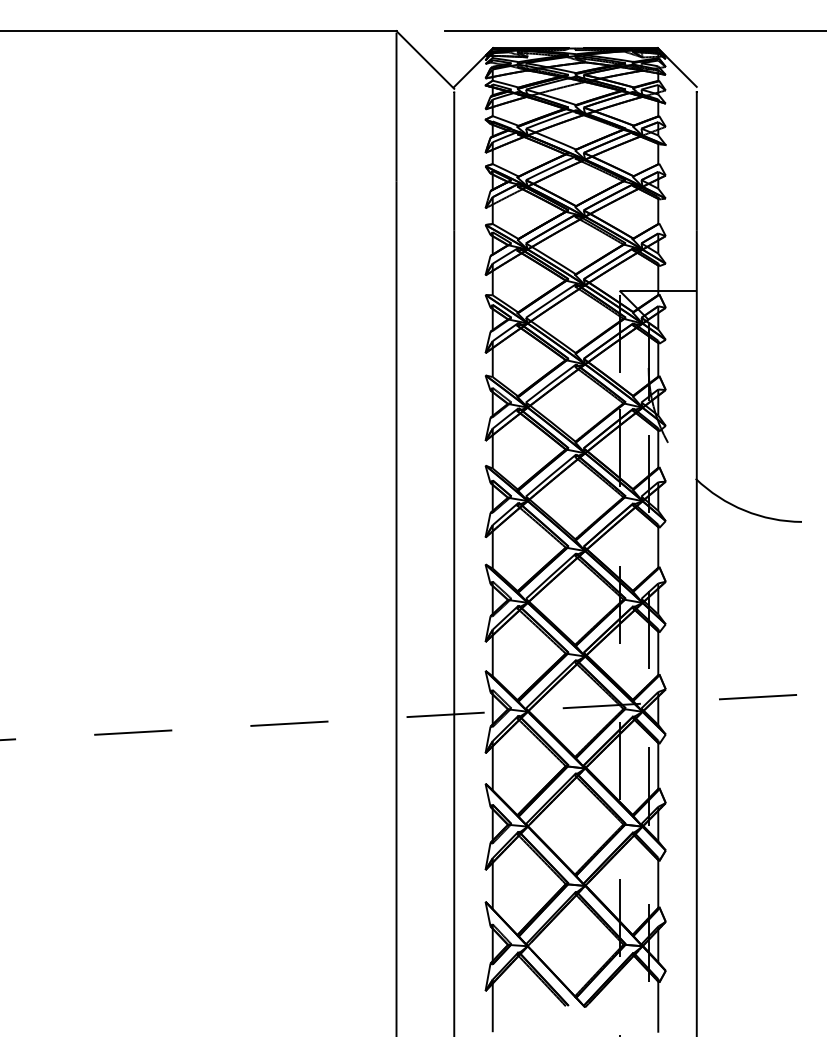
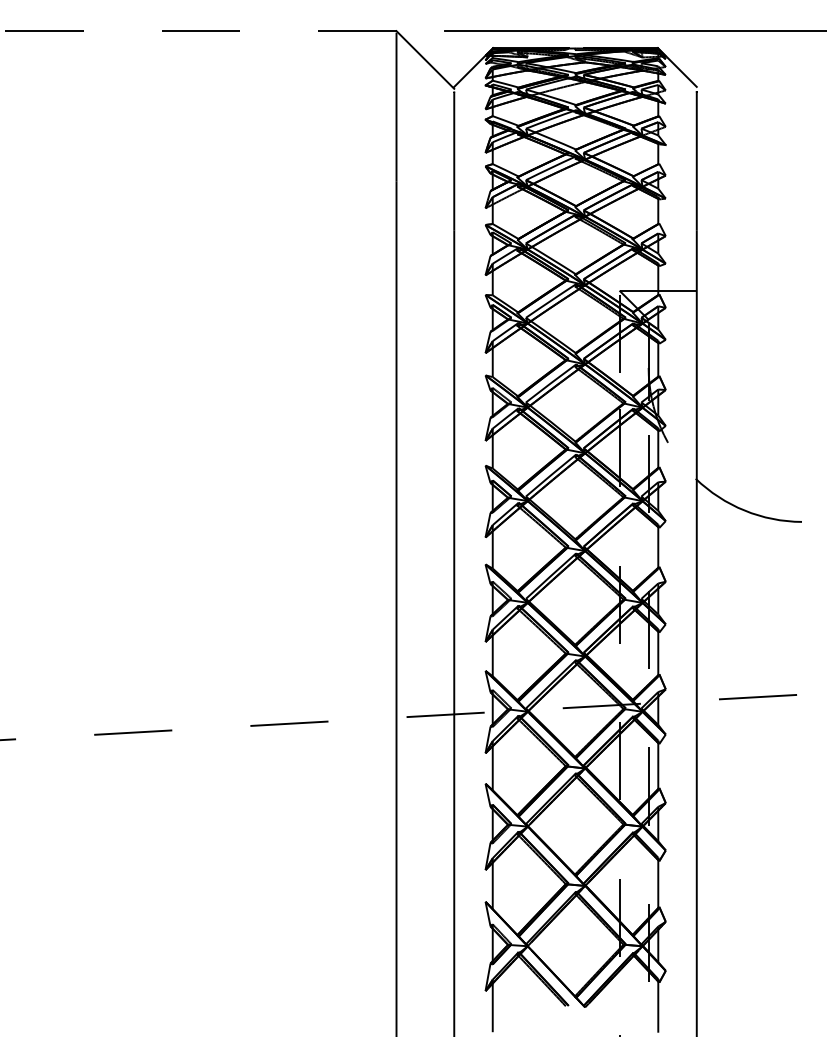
line at (198, 31): solid -> dashed
